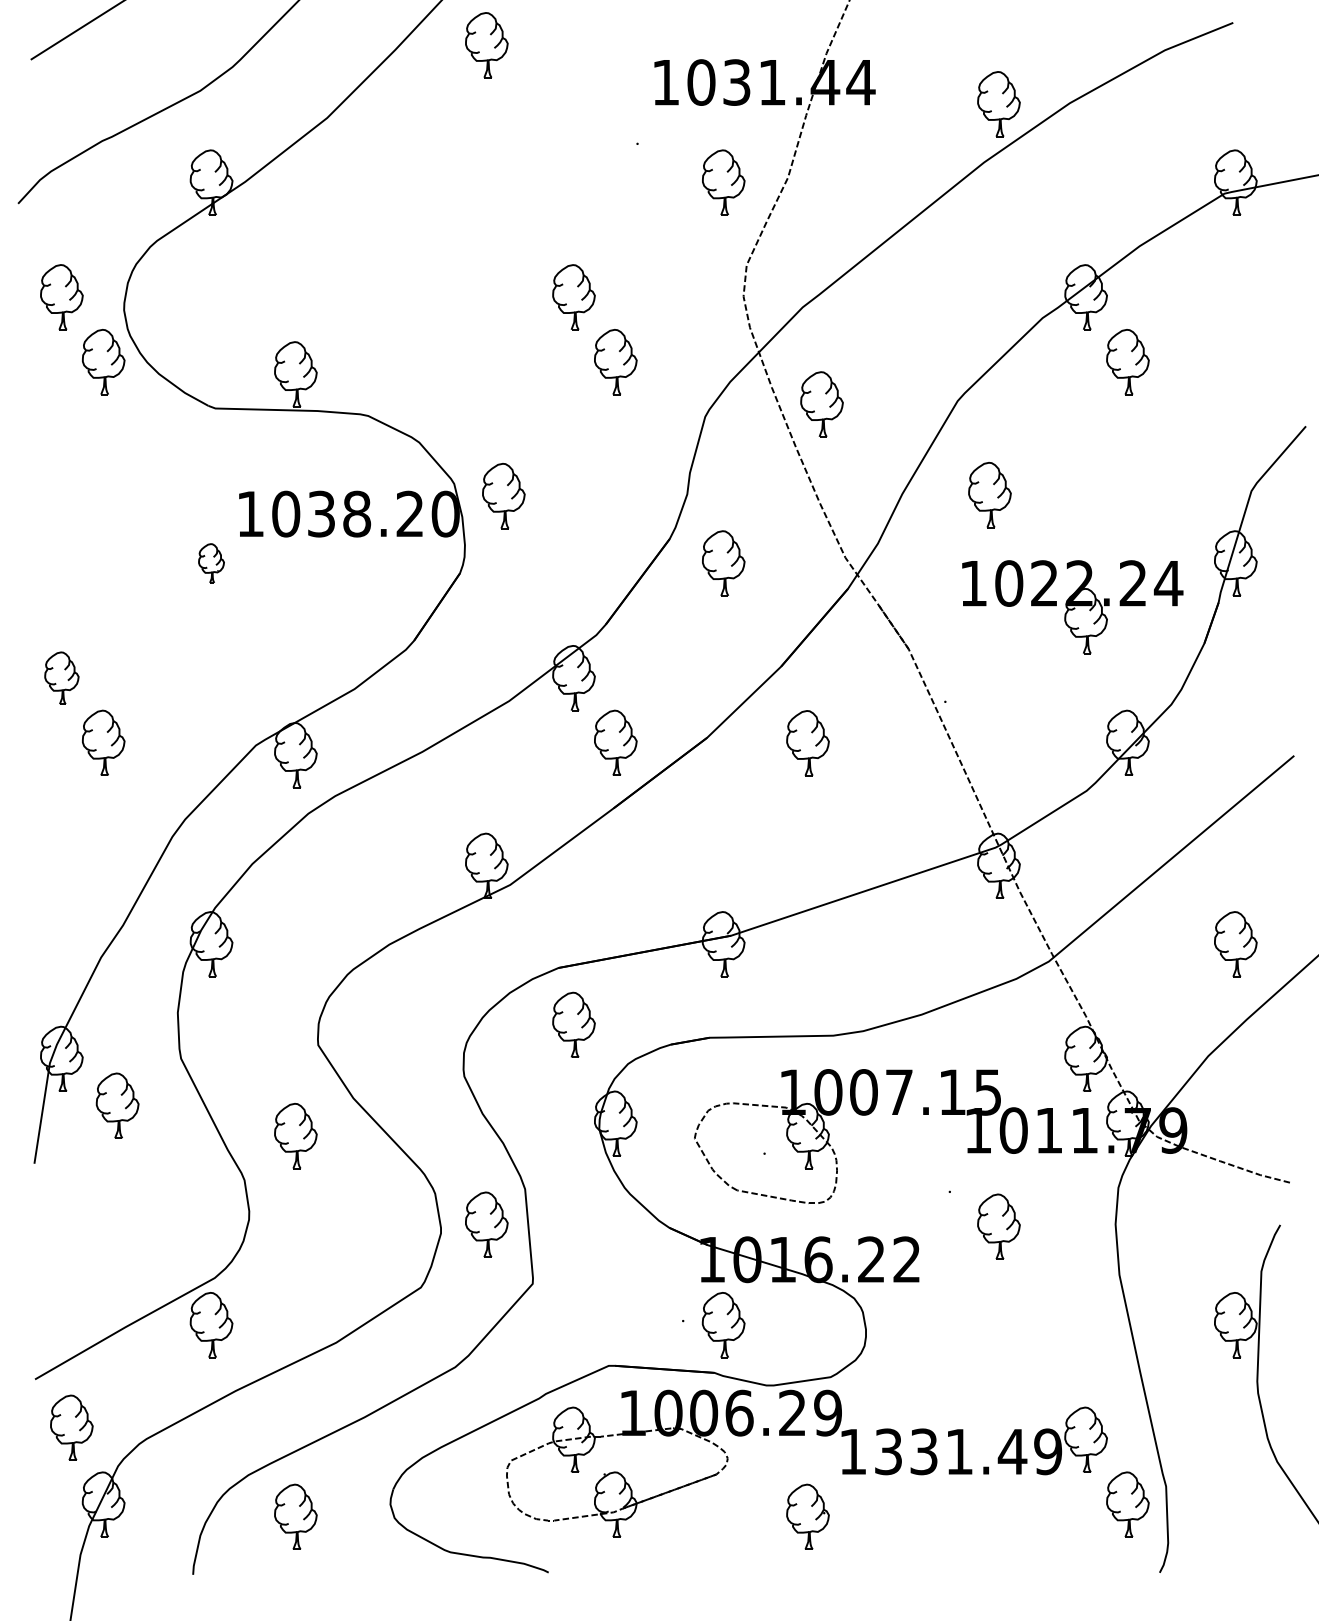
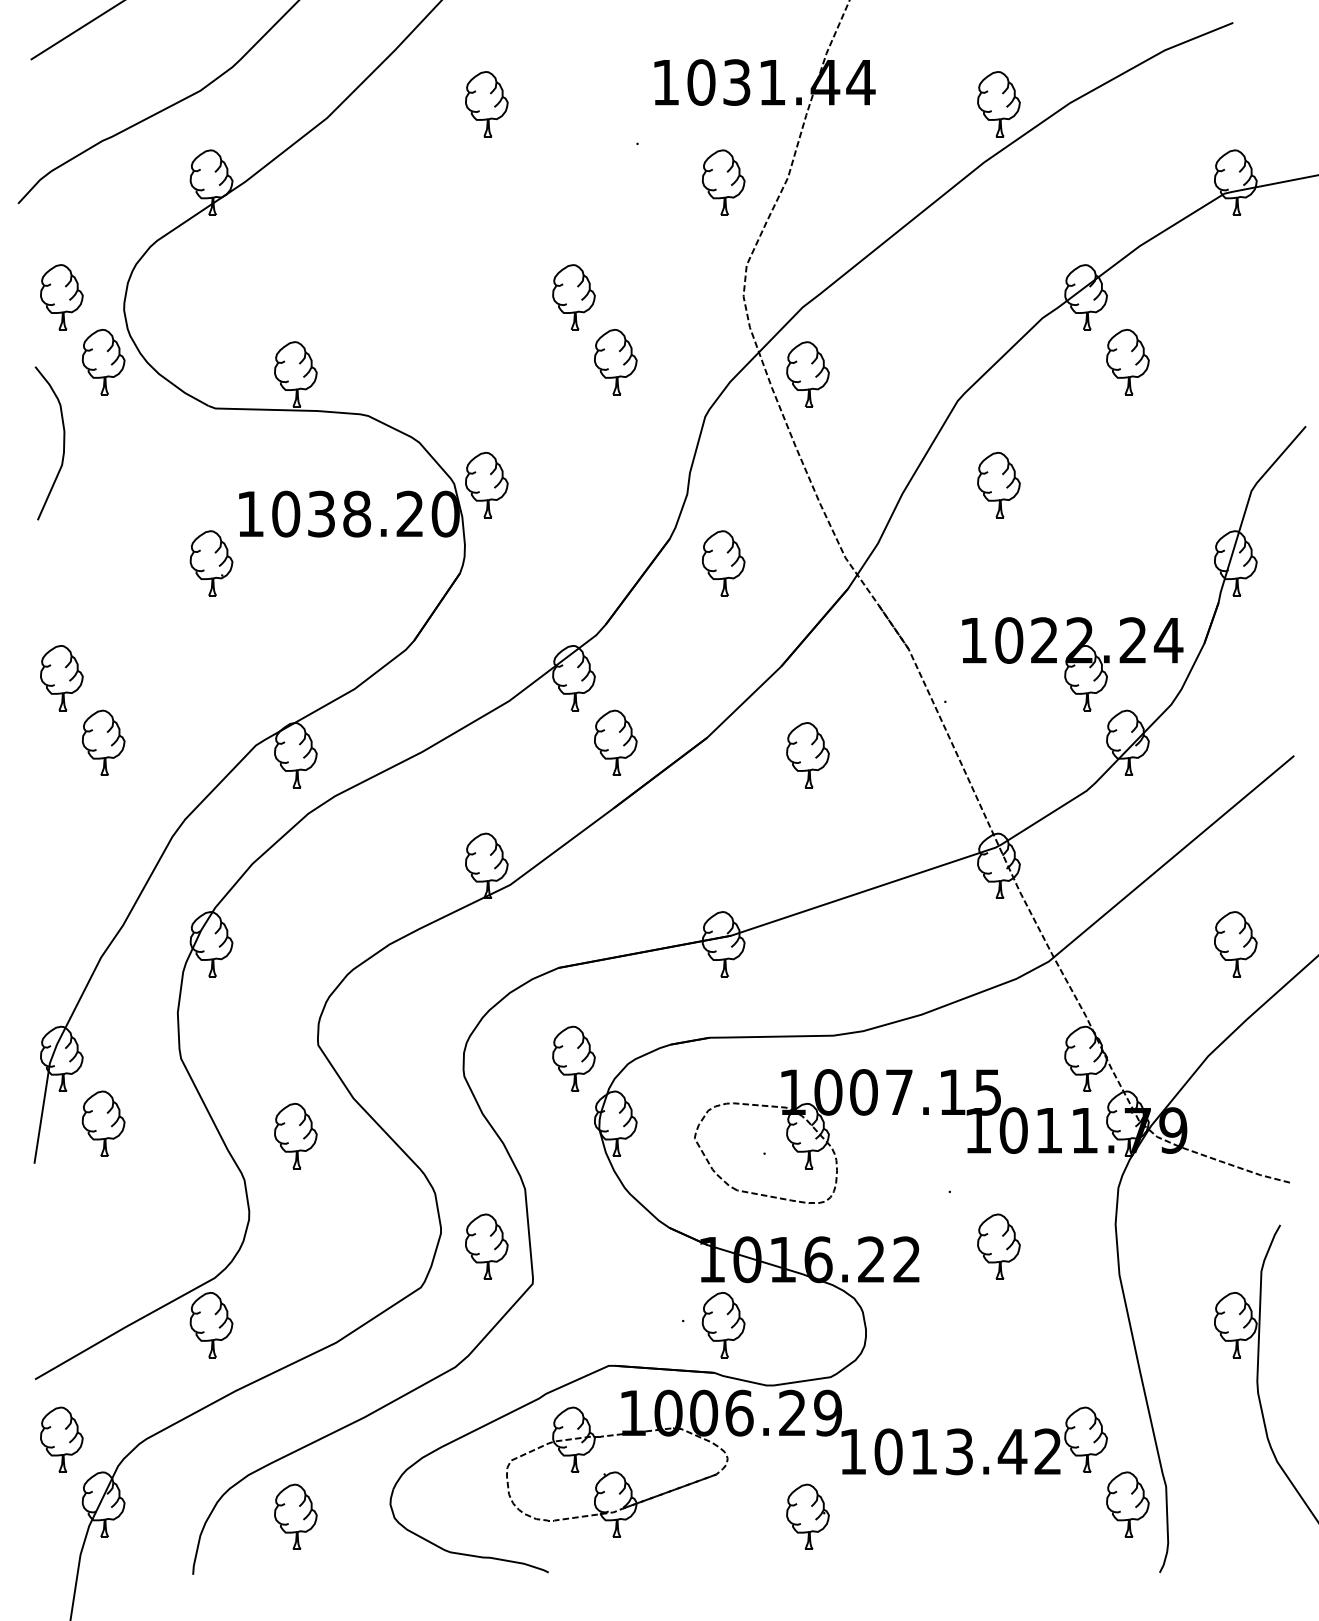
part at (486, 45) position: (486, 45) -> (486, 104)
part at (821, 404) position: (821, 404) -> (807, 374)
curve at (63, 443): none -> present
part at (989, 495) position: (989, 495) -> (998, 485)
part at (503, 496) position: (503, 496) -> (486, 485)
part at (211, 563) size: 27x41 px -> 45x67 px
part at (1072, 607) position: (1072, 607) -> (1072, 664)
part at (61, 677) size: 36x54 px -> 44x67 px
part at (807, 743) position: (807, 743) -> (807, 755)
part at (573, 1024) position: (573, 1024) -> (573, 1058)
part at (117, 1105) position: (117, 1105) -> (103, 1123)
part at (486, 1224) position: (486, 1224) -> (486, 1246)
part at (998, 1226) position: (998, 1226) -> (998, 1246)
part at (71, 1427) position: (71, 1427) -> (61, 1439)
text at (968, 1451): 1331.49 -> 1013.42
